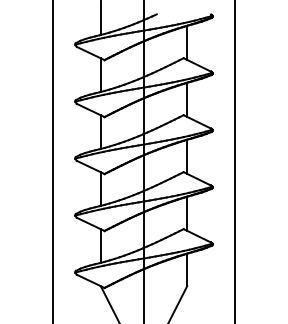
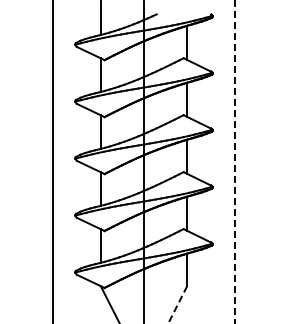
line at (235, 161): solid -> dashed
line at (177, 304): solid -> dashed
